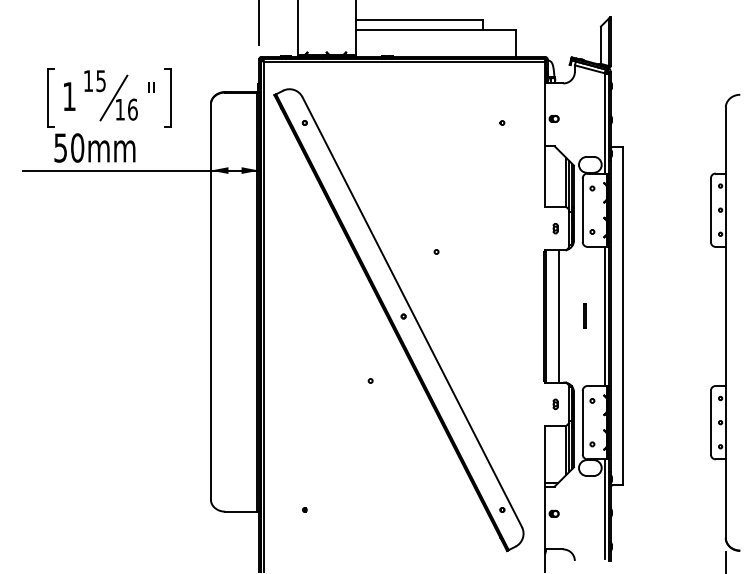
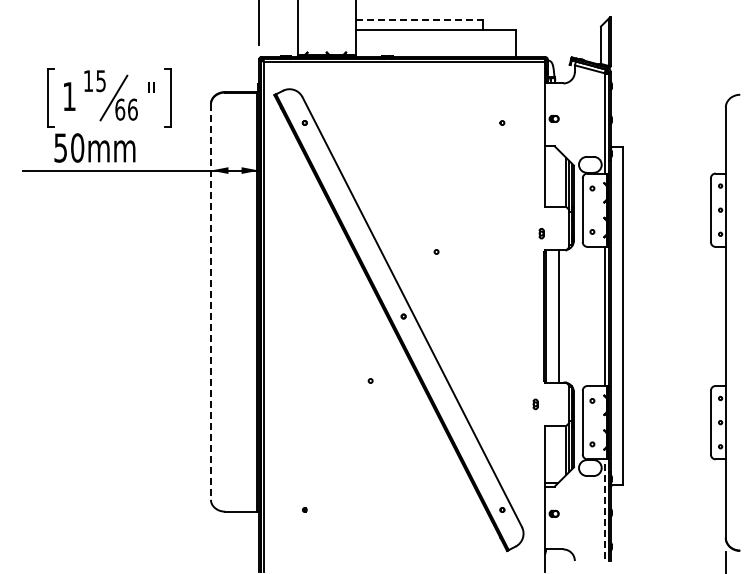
line at (419, 19): solid -> dashed
text at (120, 109): 16 -> 66
part at (555, 228) position: (555, 228) -> (541, 233)
line at (210, 302): solid -> dashed
line at (584, 315): present -> none
part at (555, 404) position: (555, 404) -> (535, 404)
line at (604, 509): solid -> dashed
